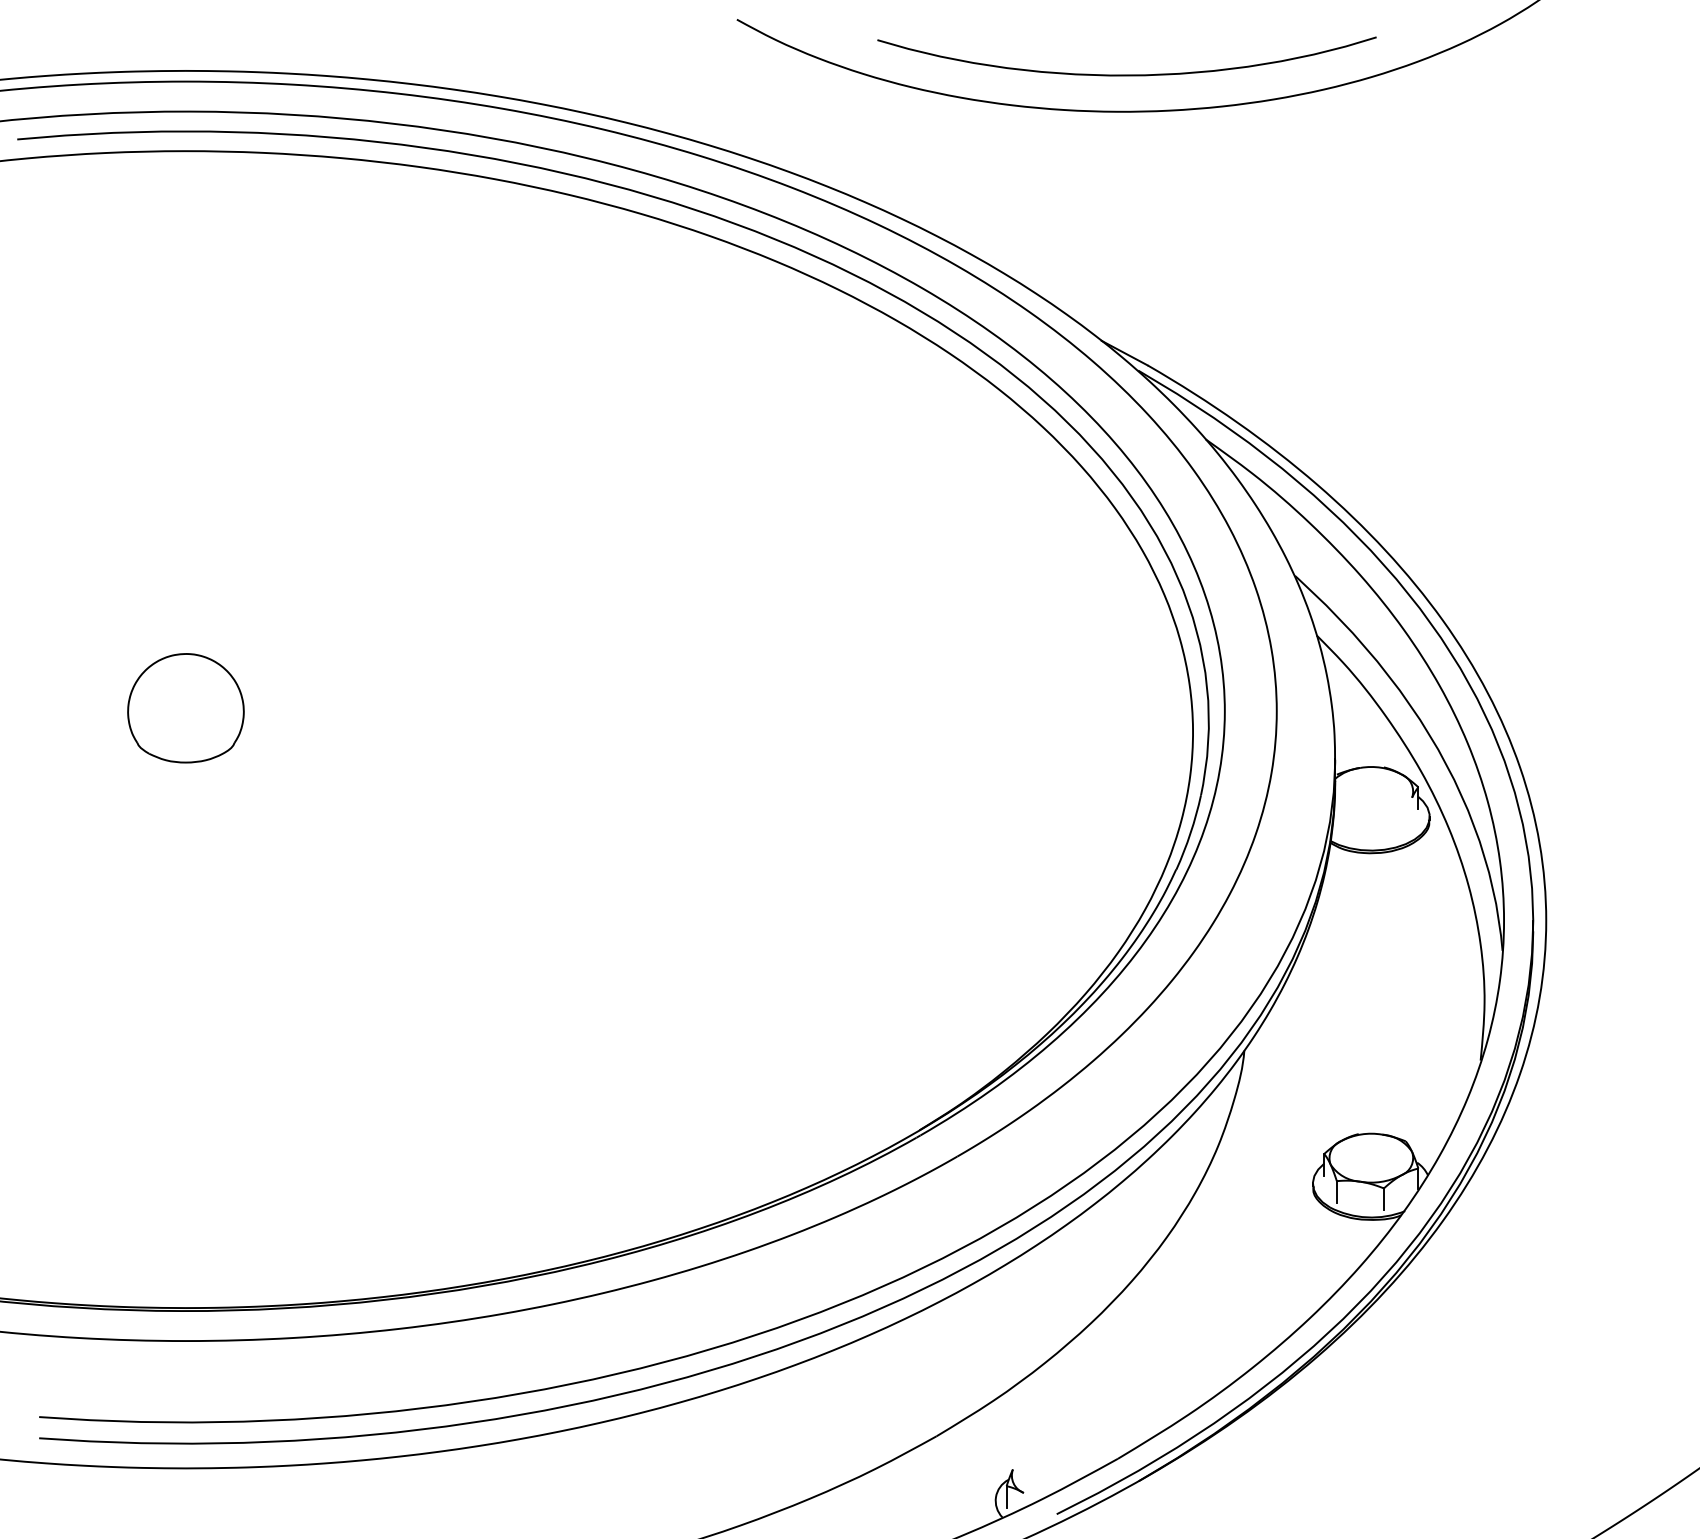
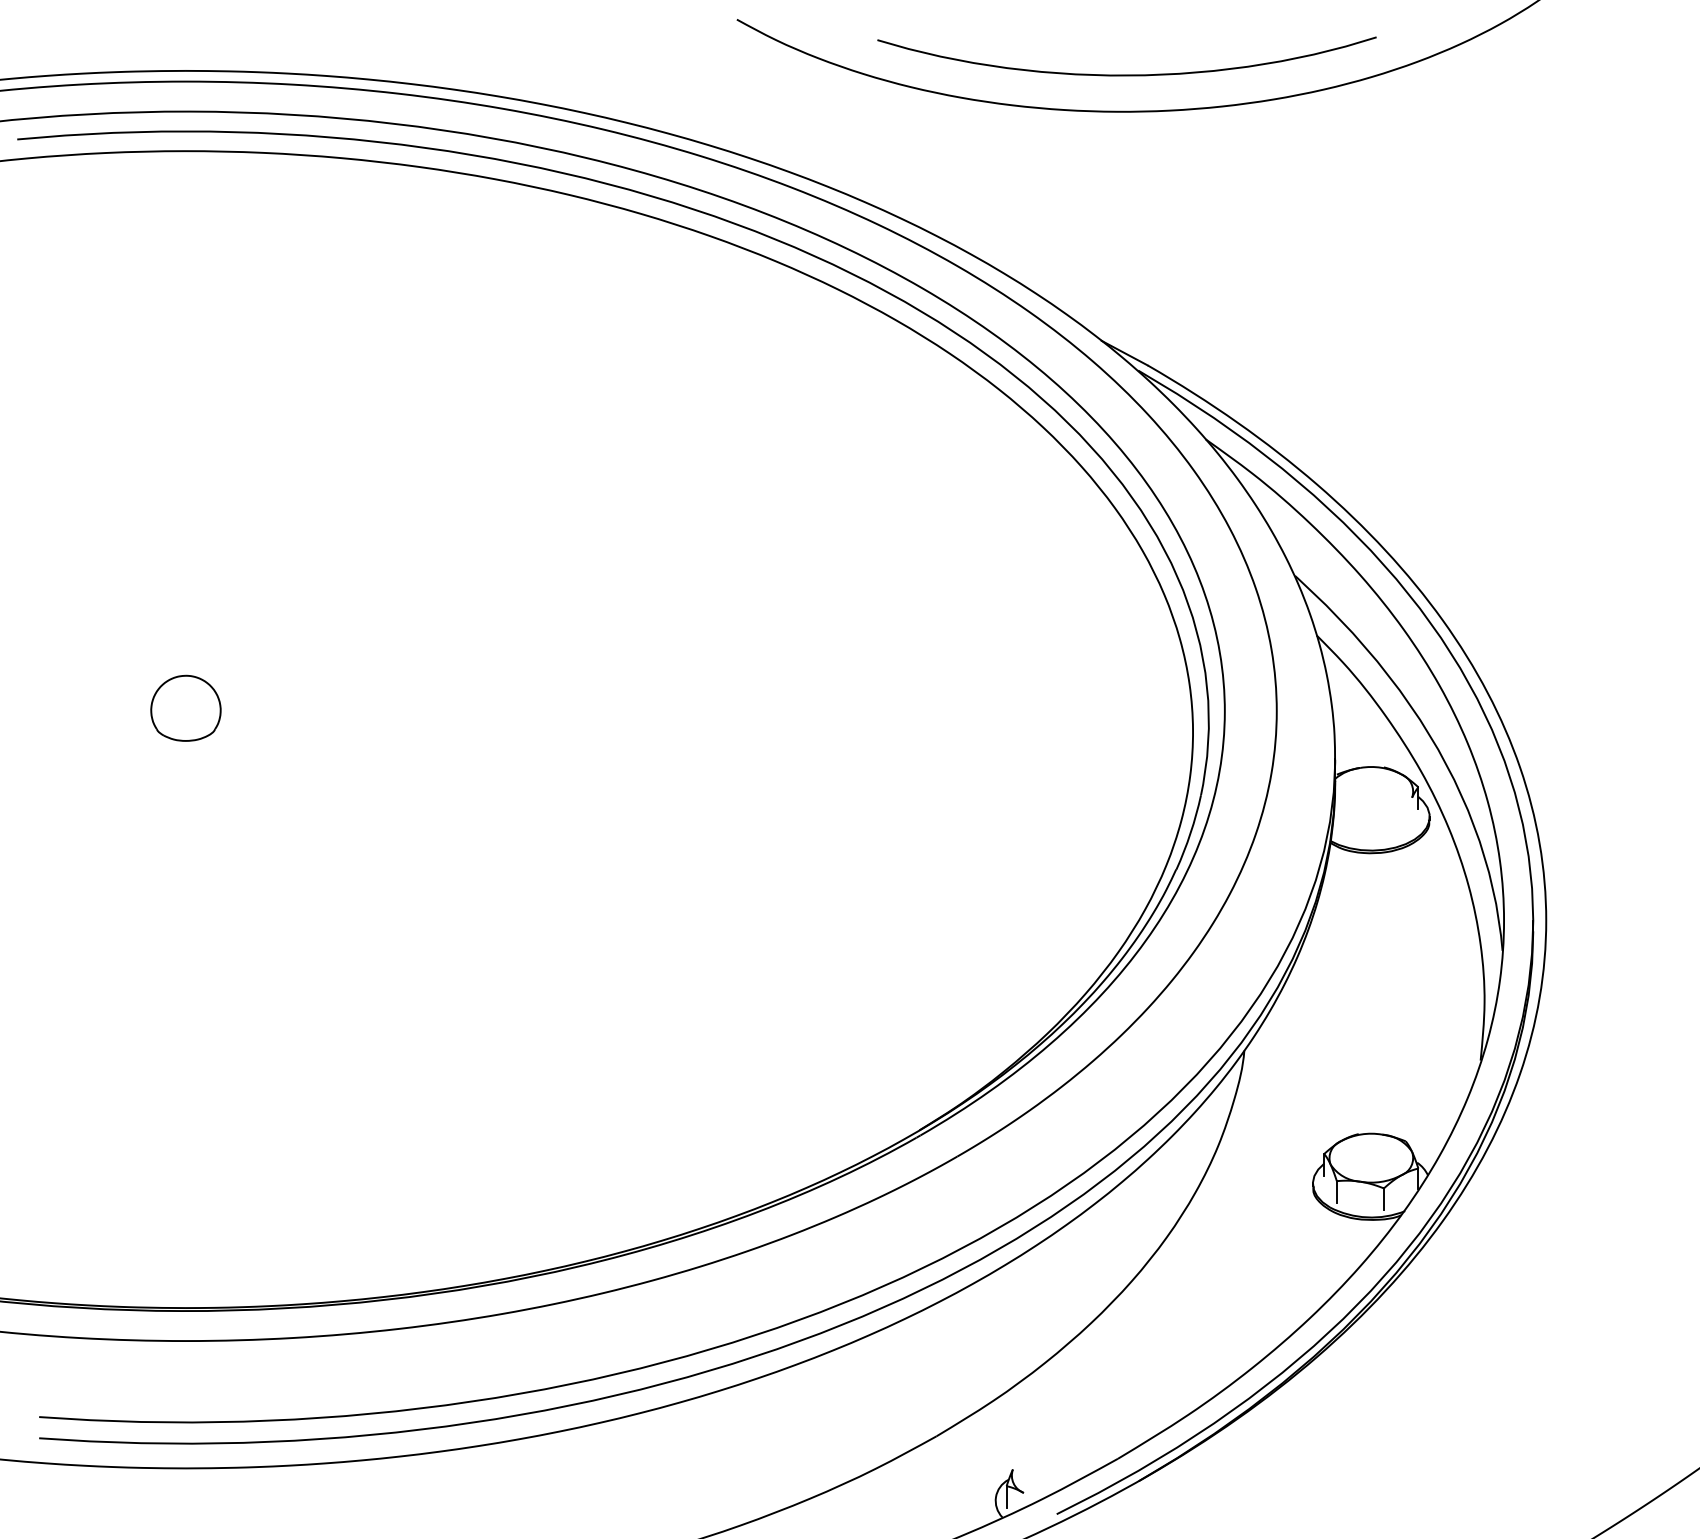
part at (185, 708) size: 118x111 px -> 72x68 px
